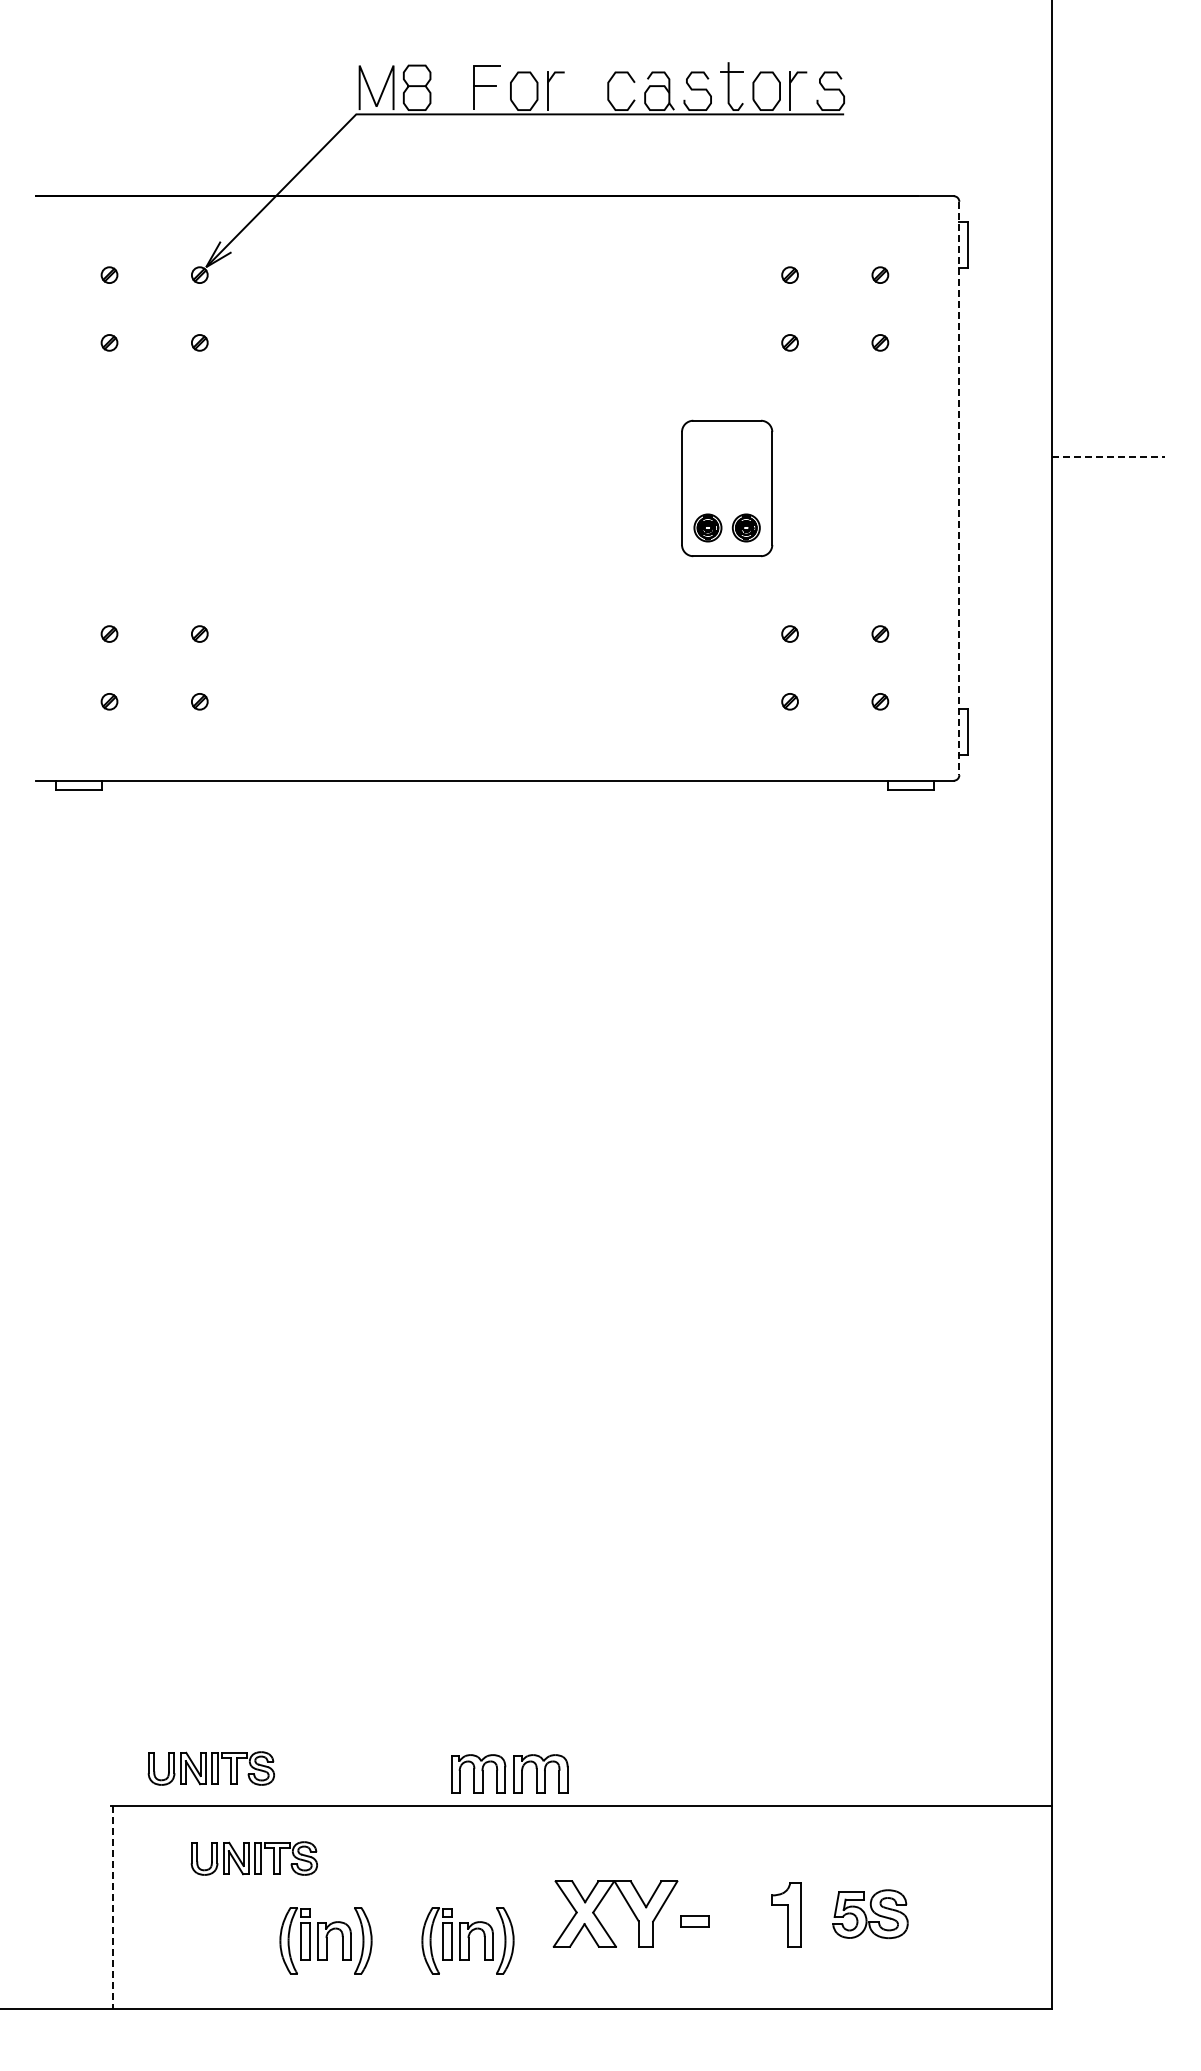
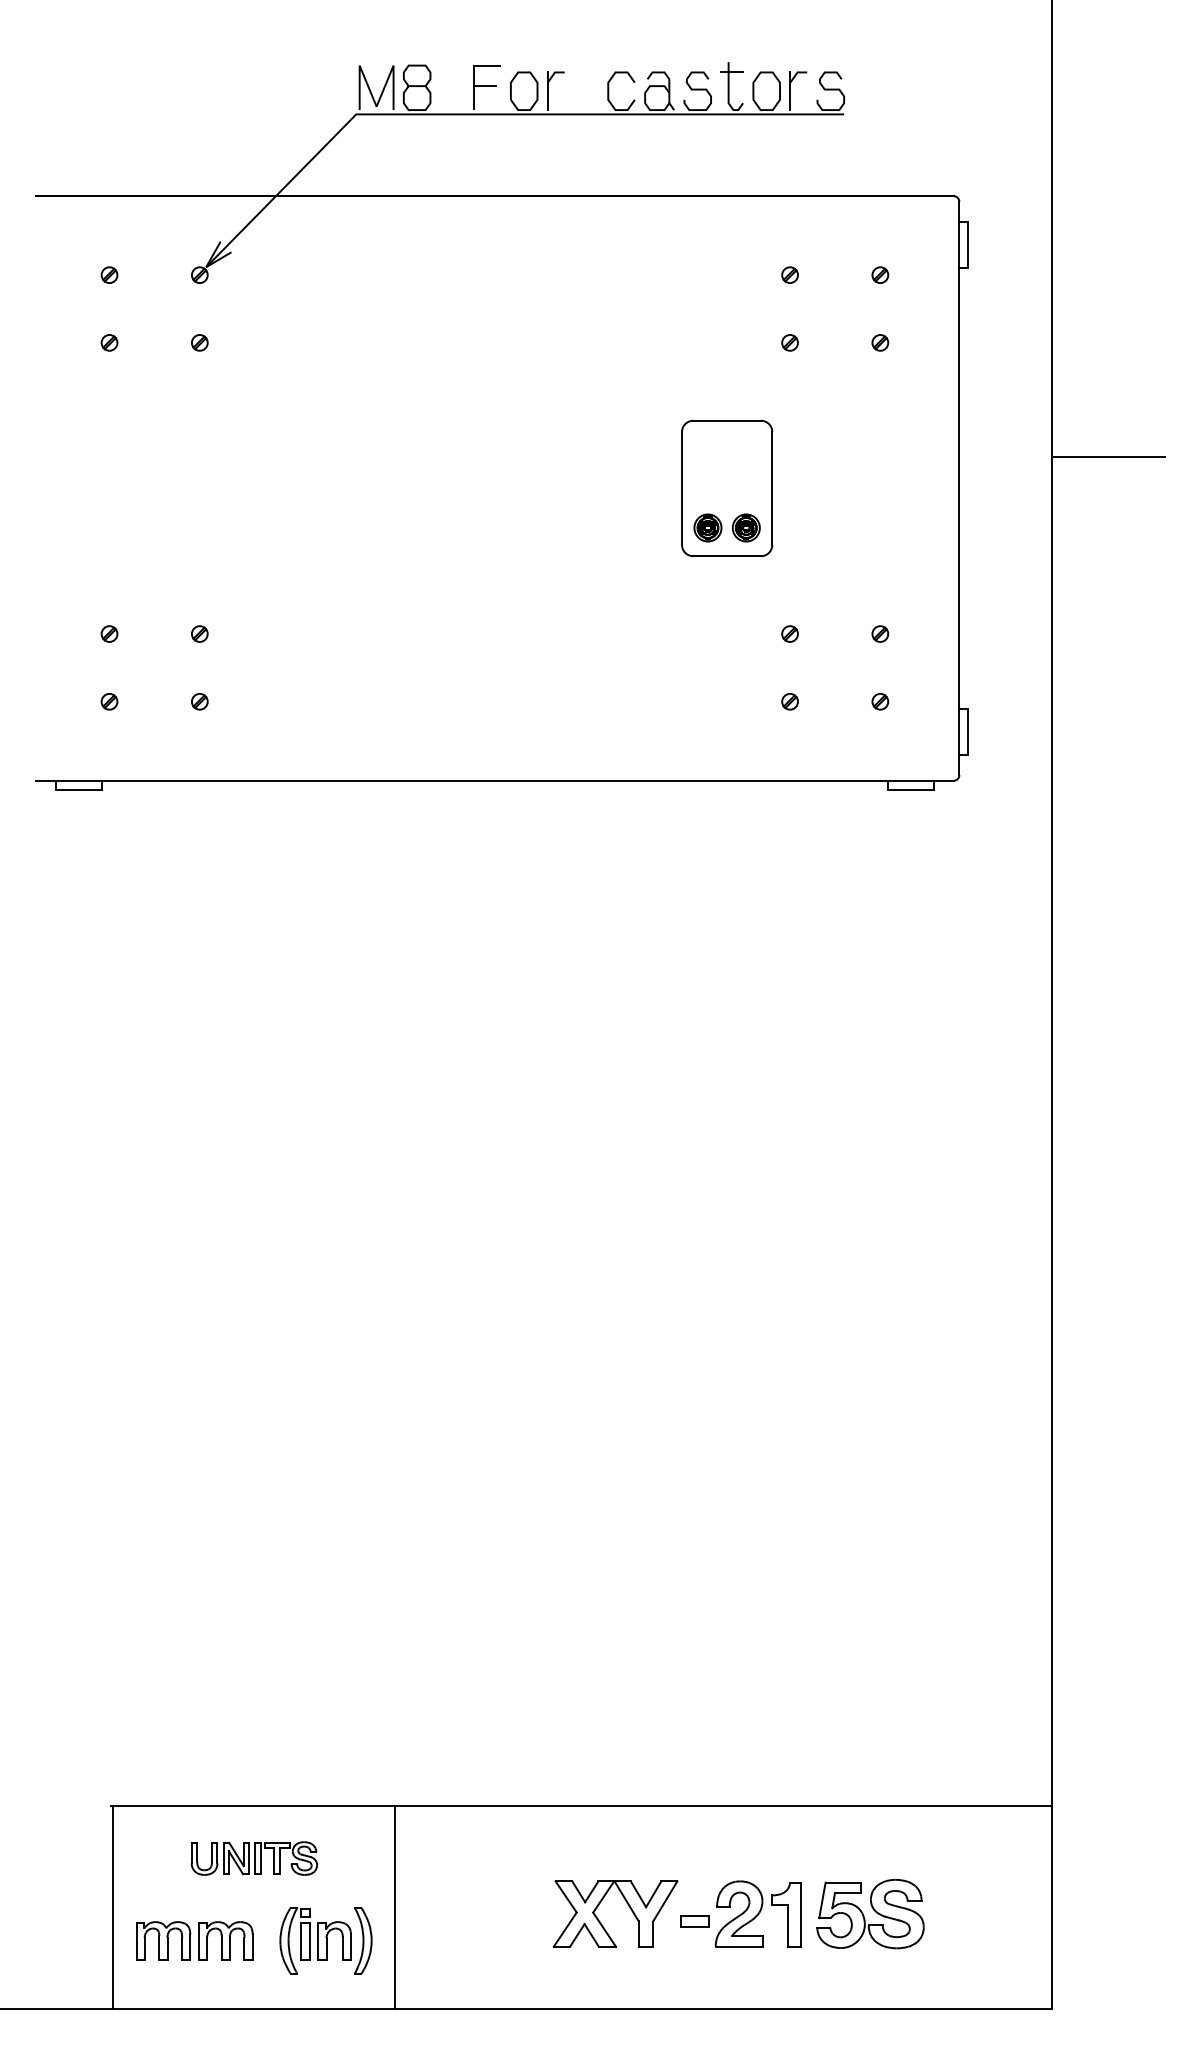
line at (1108, 457): dashed -> solid
line at (959, 488): dashed -> solid
part at (210, 1768): present -> none
part at (509, 1773) position: (509, 1773) -> (194, 1940)
line at (394, 1906): none -> present
line at (112, 1907): dashed -> solid
part at (738, 1913): none -> present
part at (870, 1914) size: 77x51 px -> 109x71 px
part at (467, 1940): present -> none
